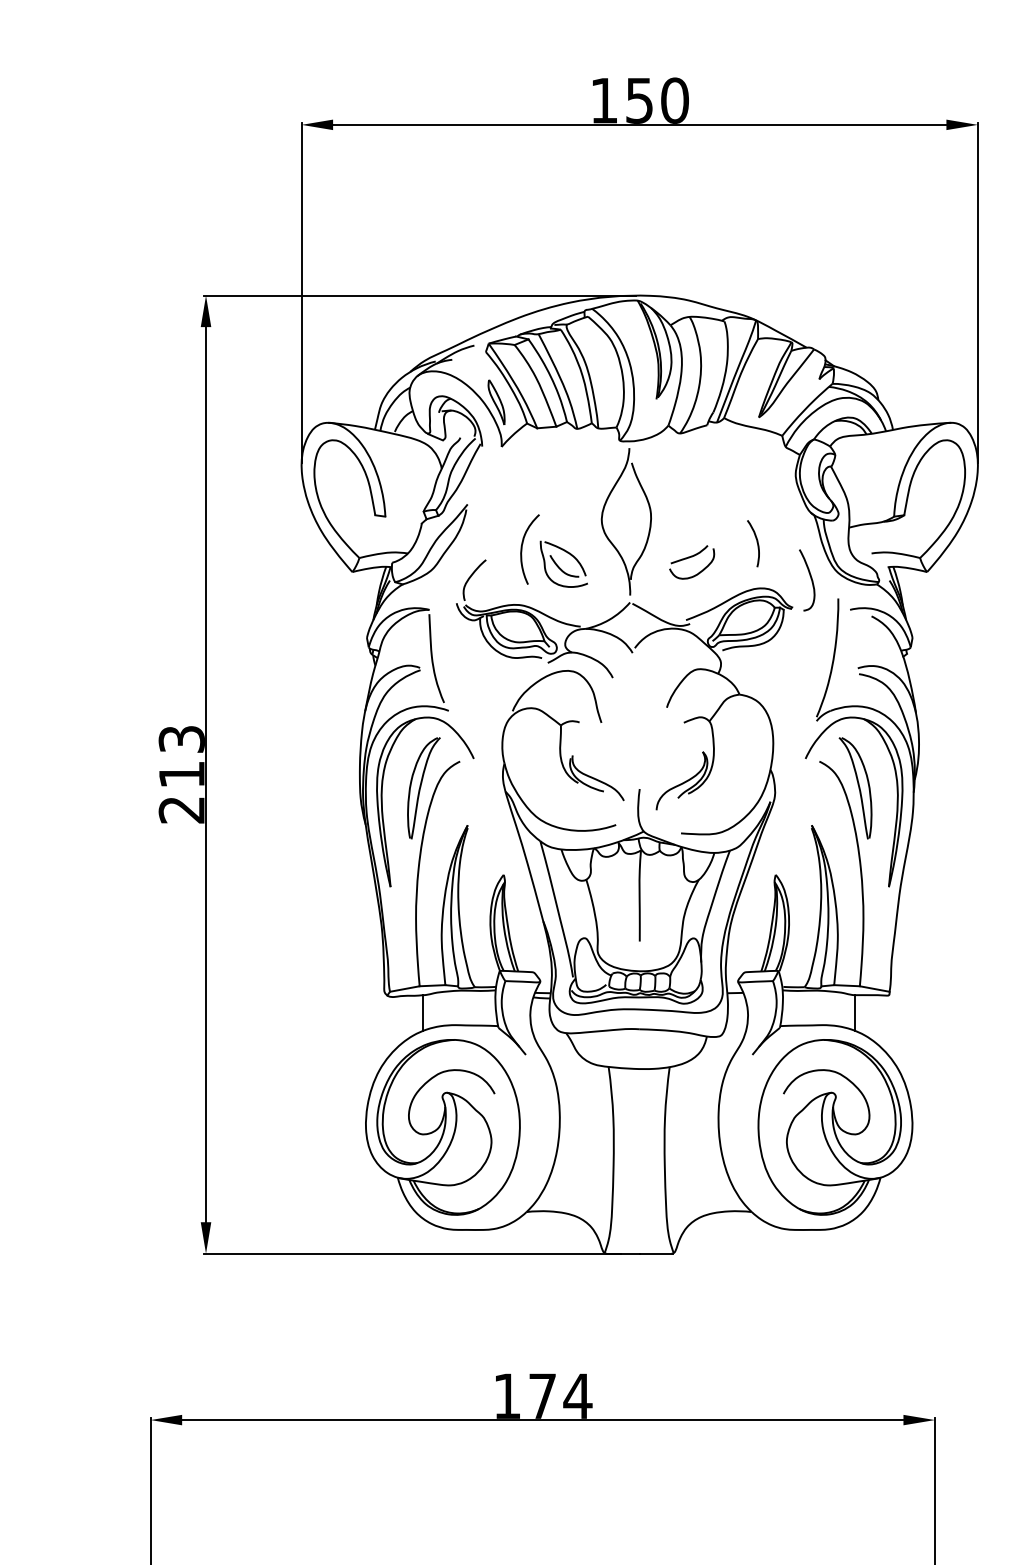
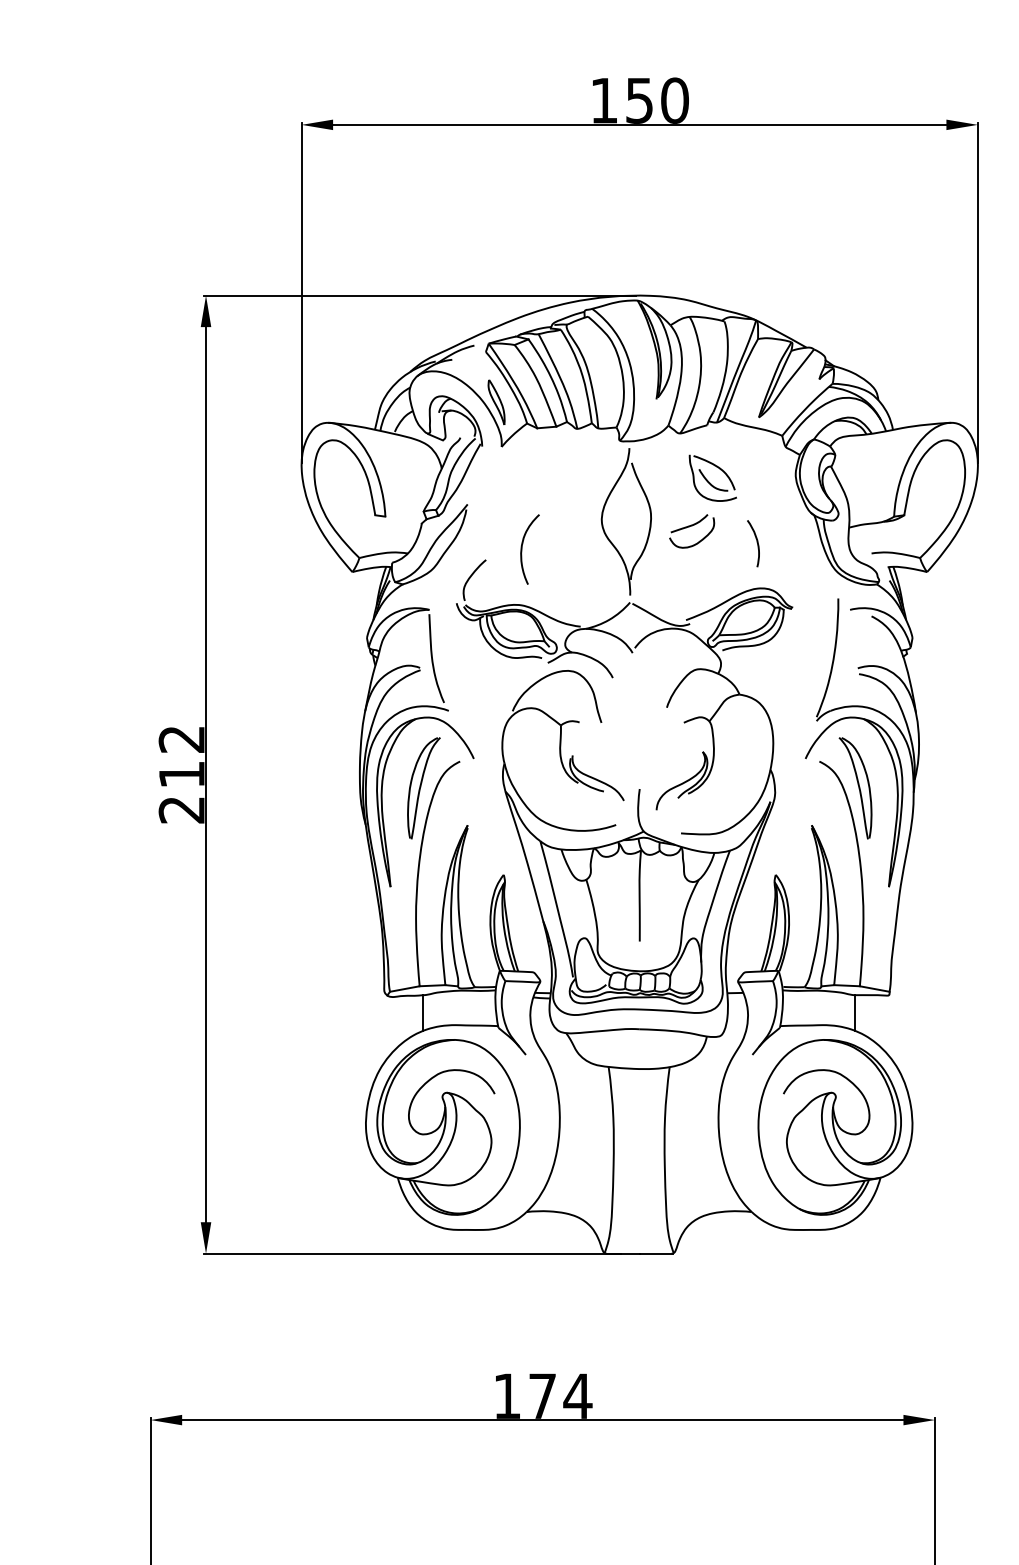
part at (692, 562) position: (692, 562) -> (692, 531)
part at (563, 563) position: (563, 563) -> (712, 477)
curve at (810, 578): present -> none
text at (181, 739): 213 -> 212
